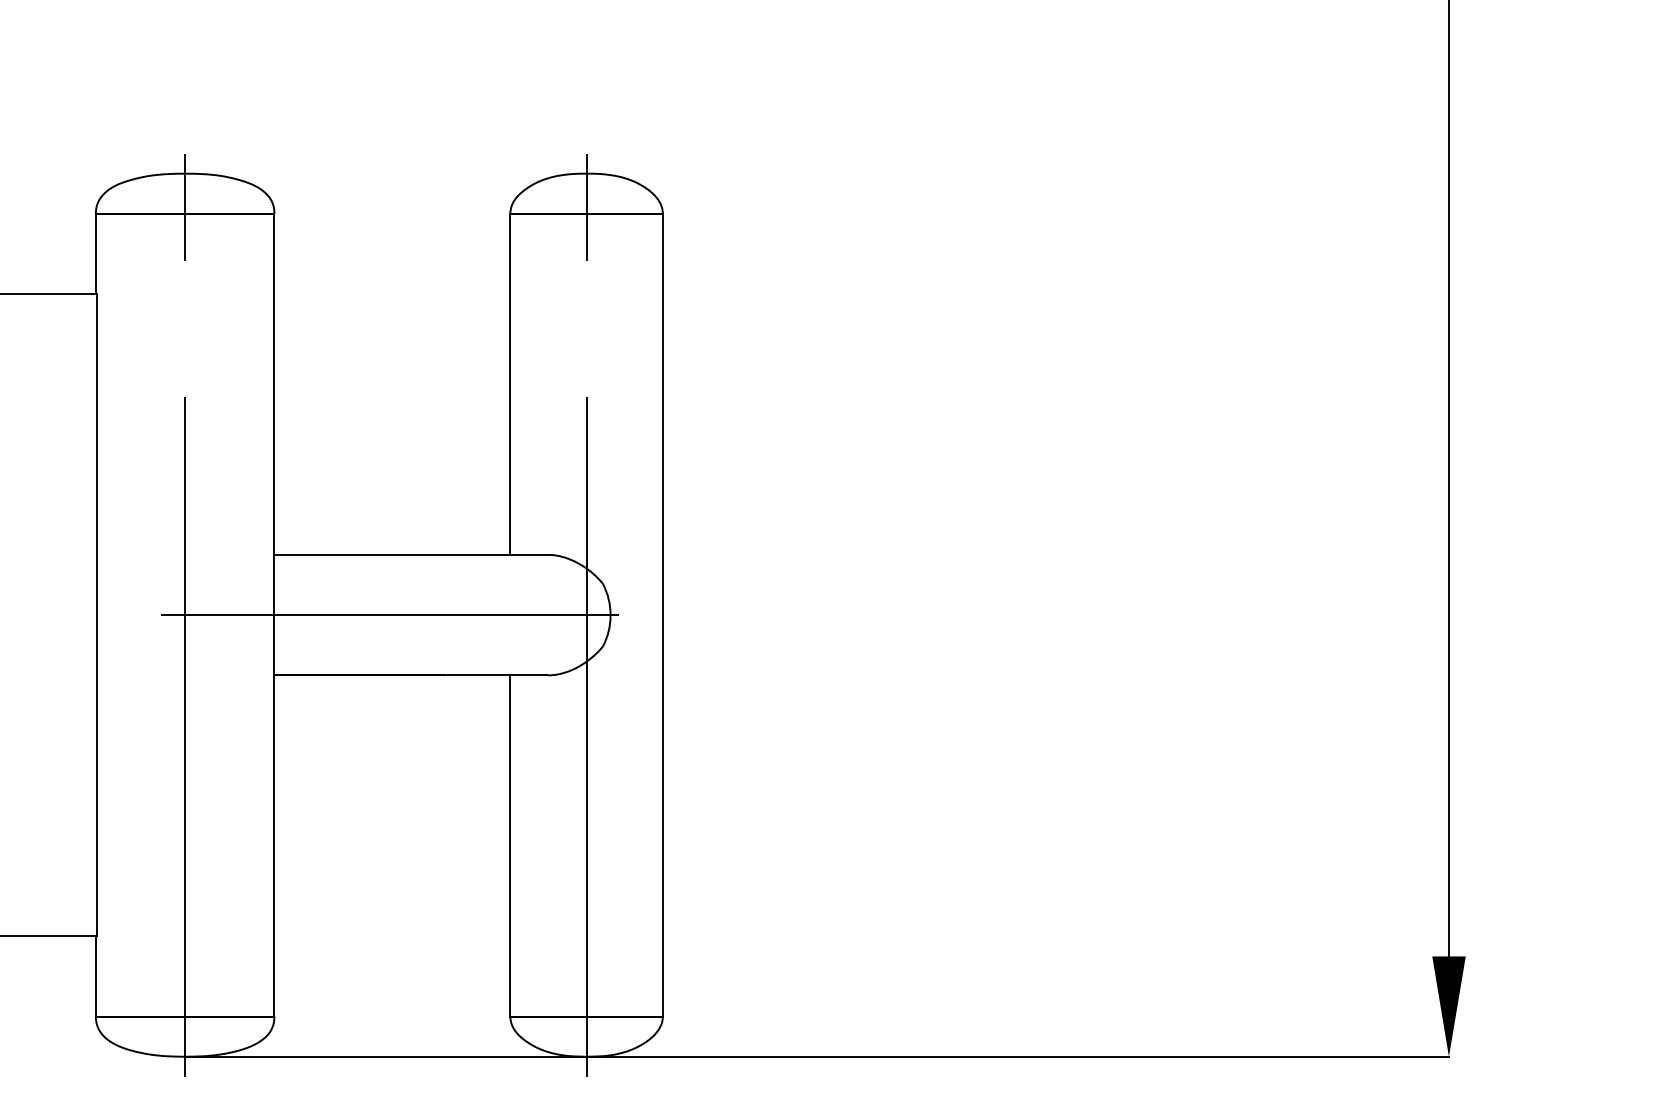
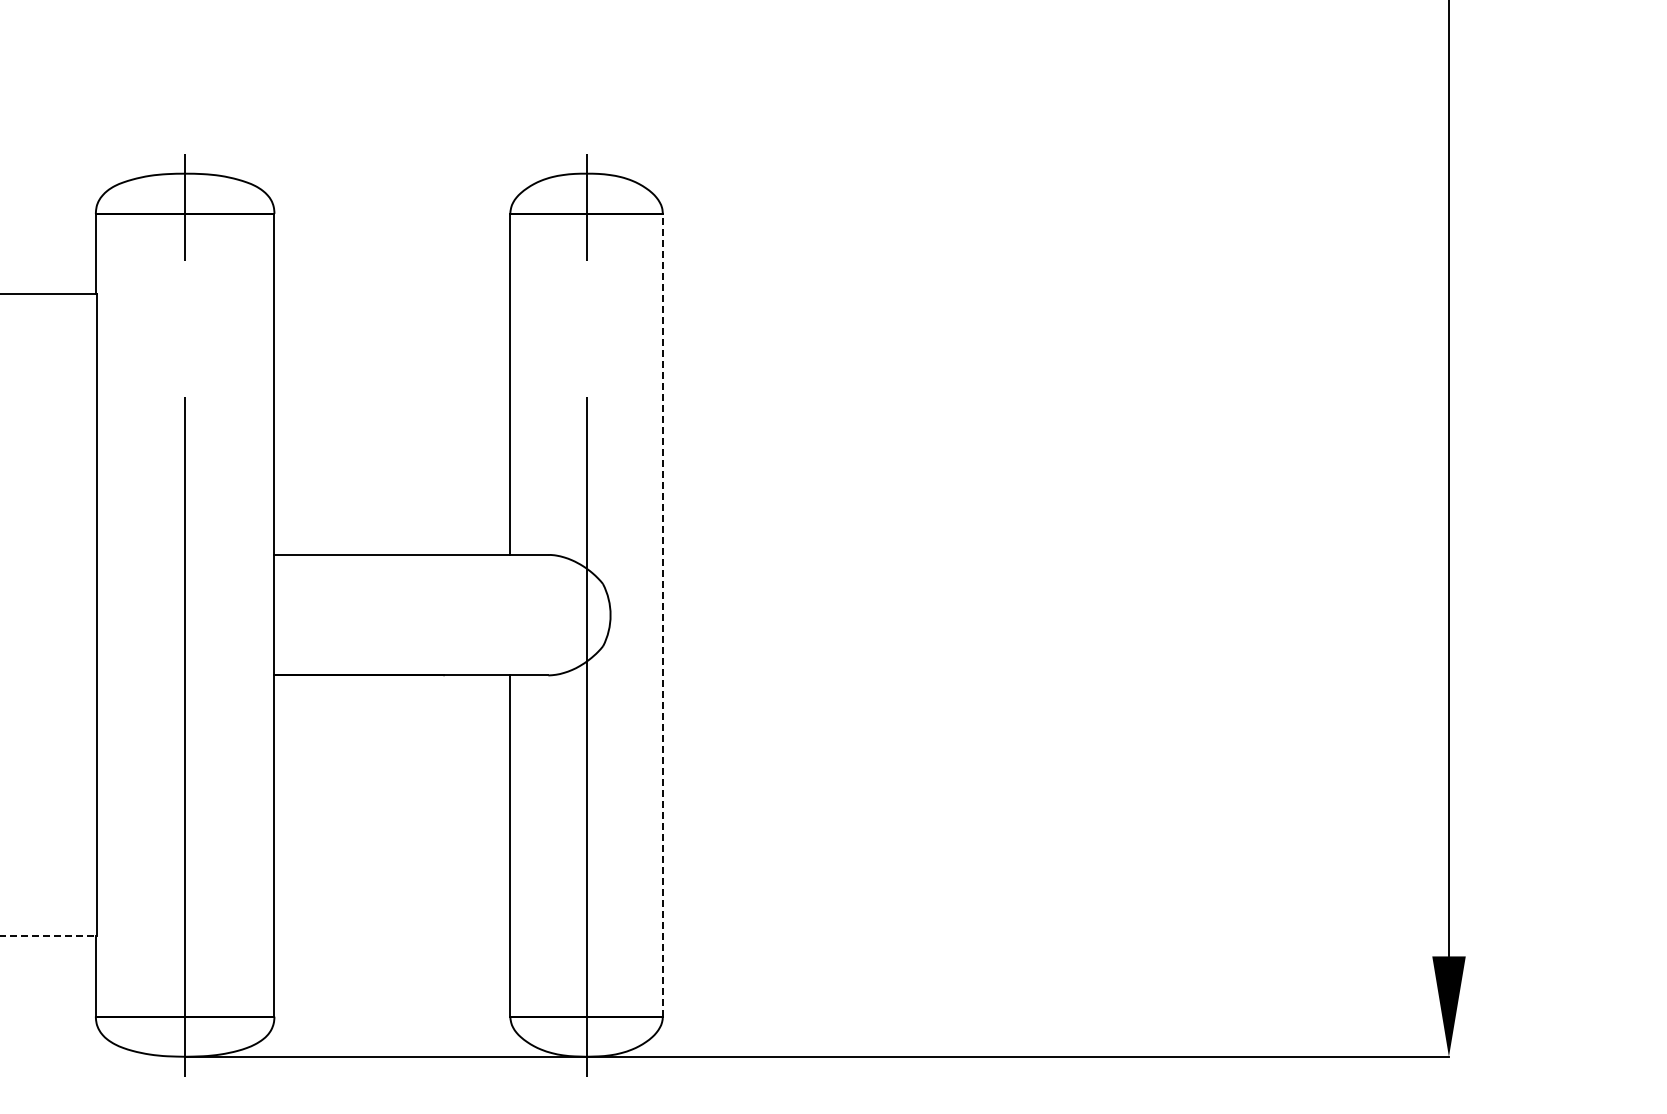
line at (662, 614): solid -> dashed
line at (389, 615): present -> none
line at (49, 936): solid -> dashed
